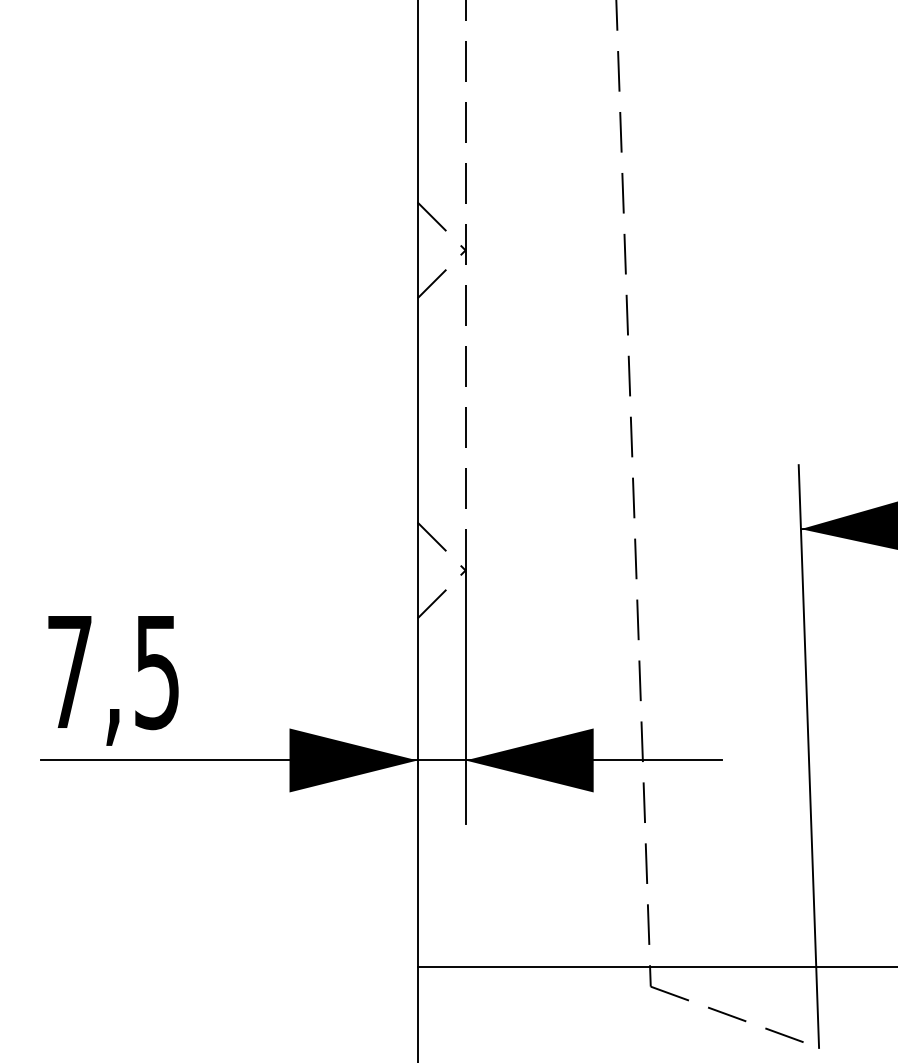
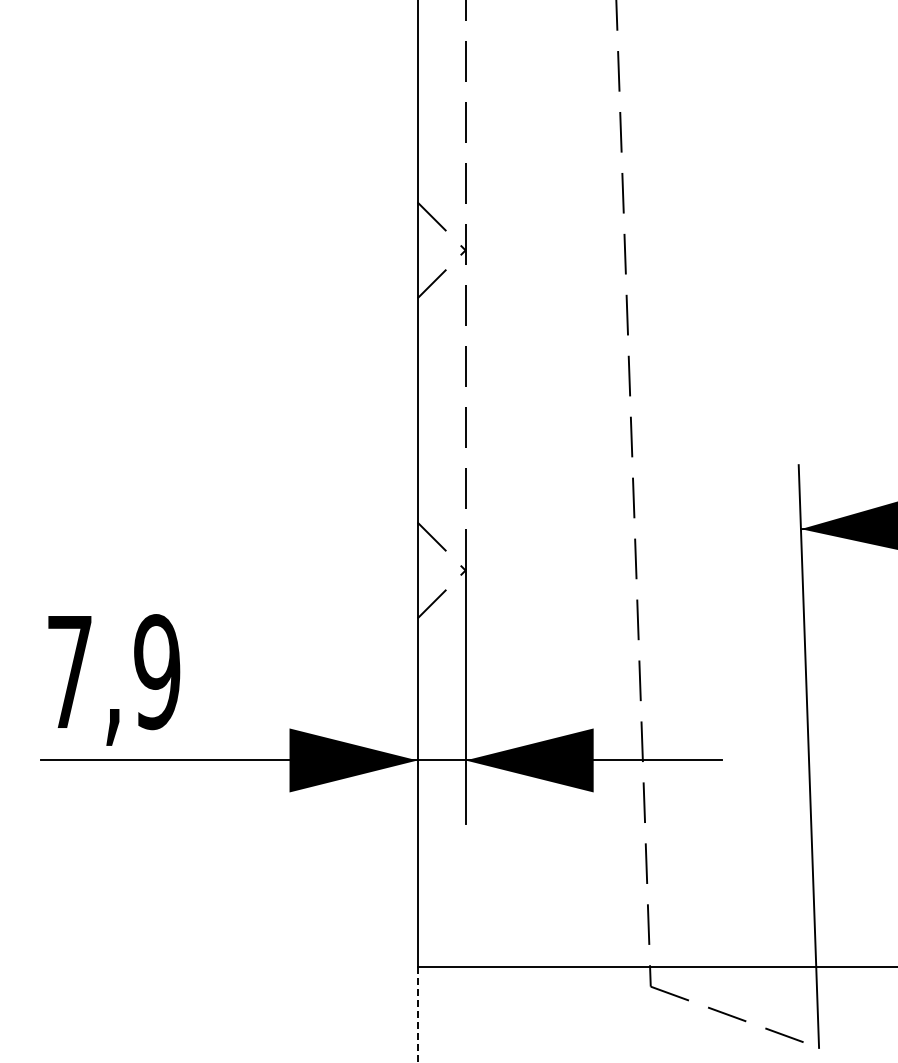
text at (157, 672): 7,5 -> 7,9
line at (417, 1015): solid -> dashed
